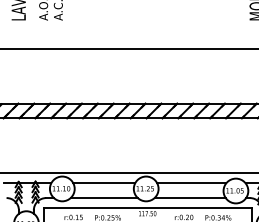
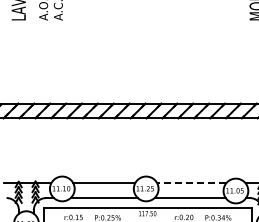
line at (128, 49): present -> none
line at (128, 172): present -> none
line at (191, 183): solid -> dashed
